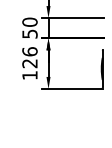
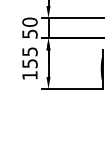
text at (29, 57): 126 -> 155
